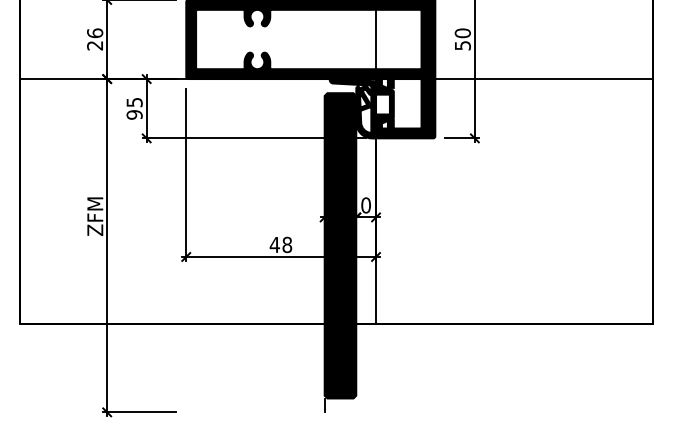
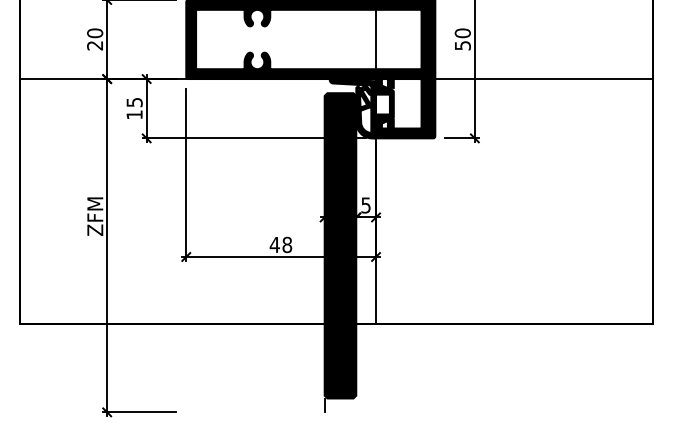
text at (94, 33): 26 -> 20
text at (134, 114): 95 -> 15
text at (365, 205): 0 -> 5
